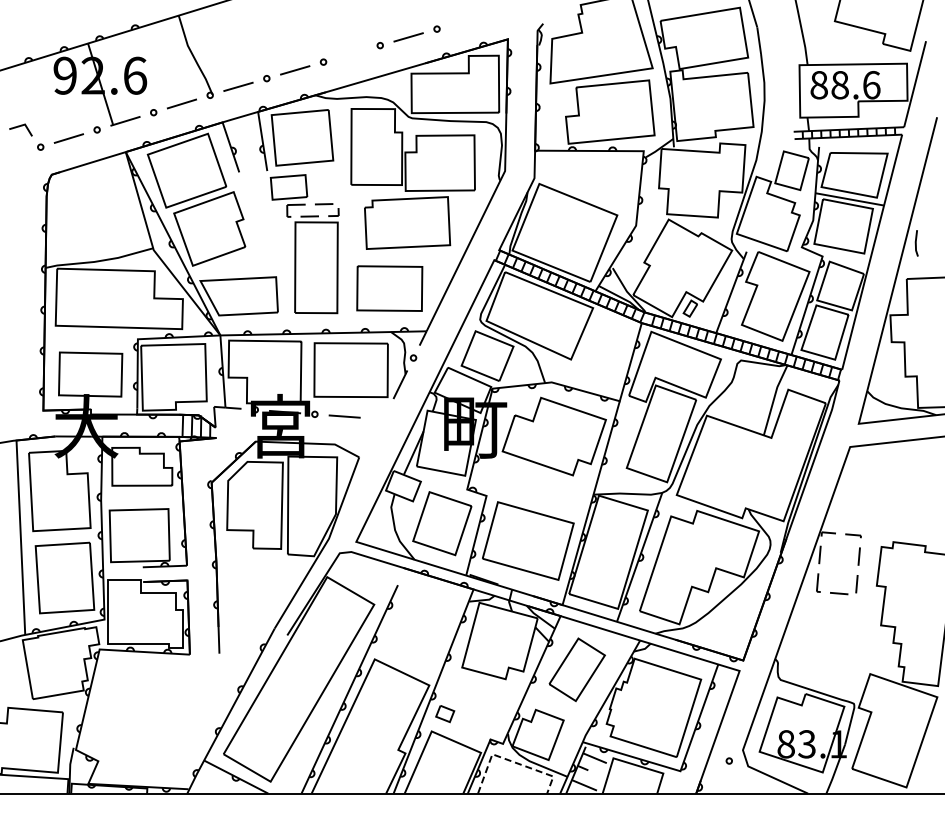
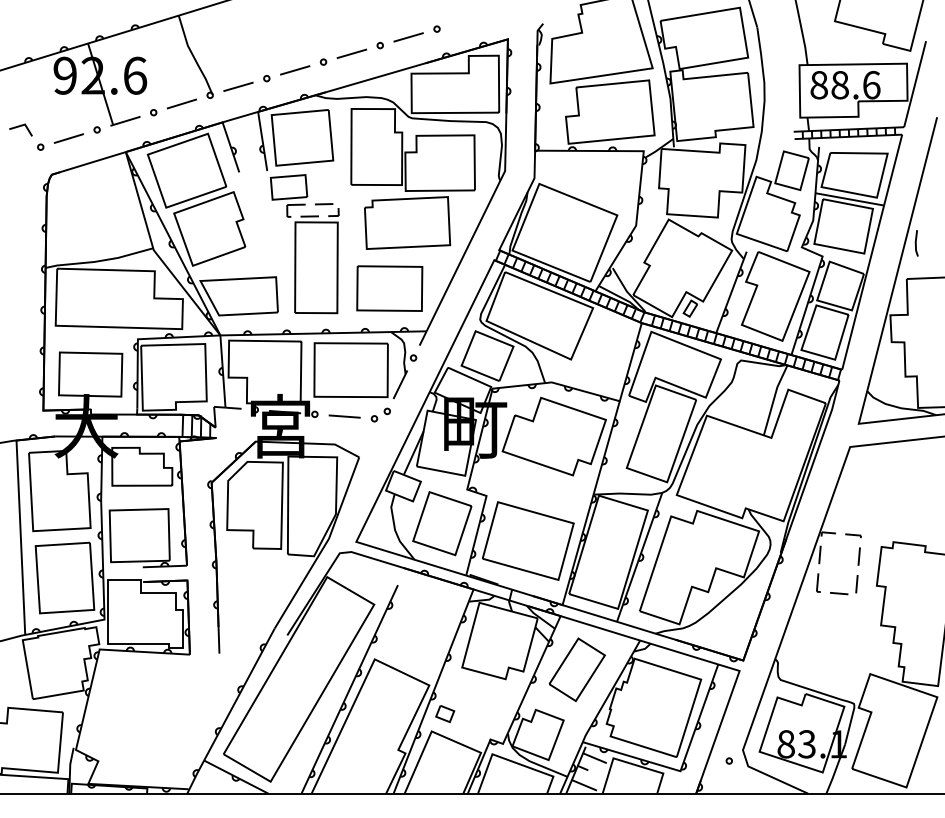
line at (351, 53): none -> present
part at (380, 414): none -> present
line at (512, 761): dashed -> solid
